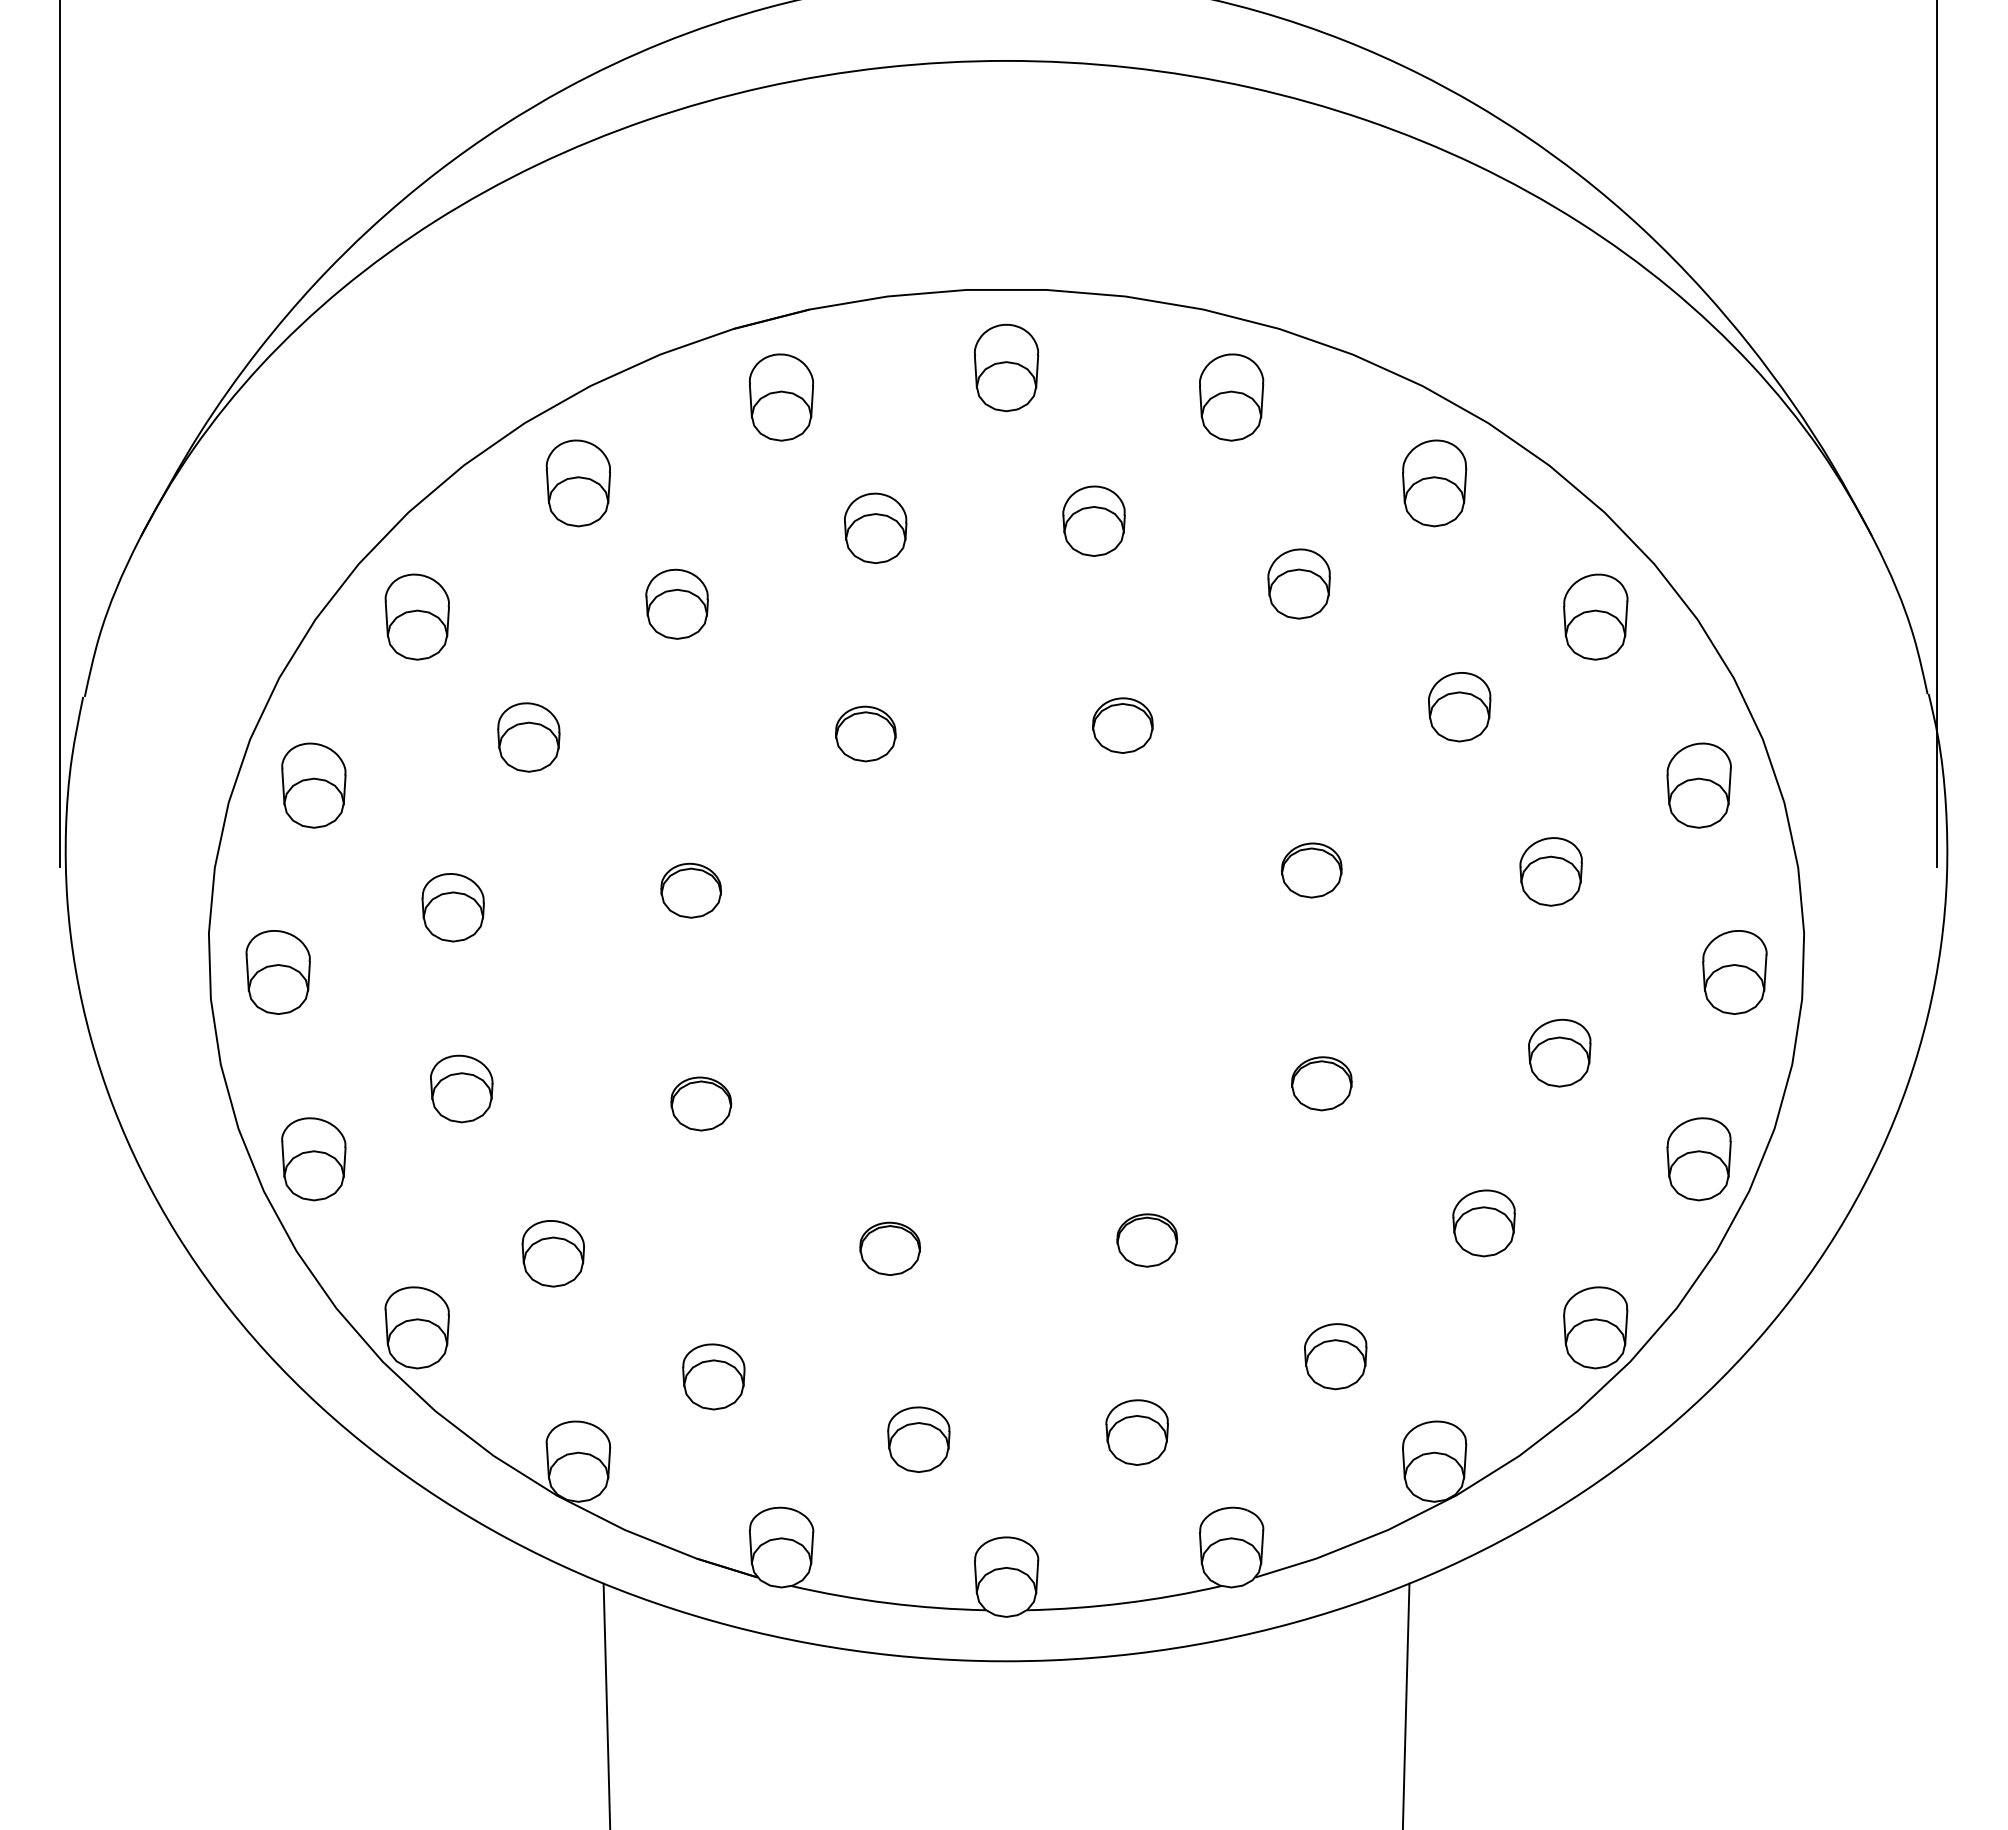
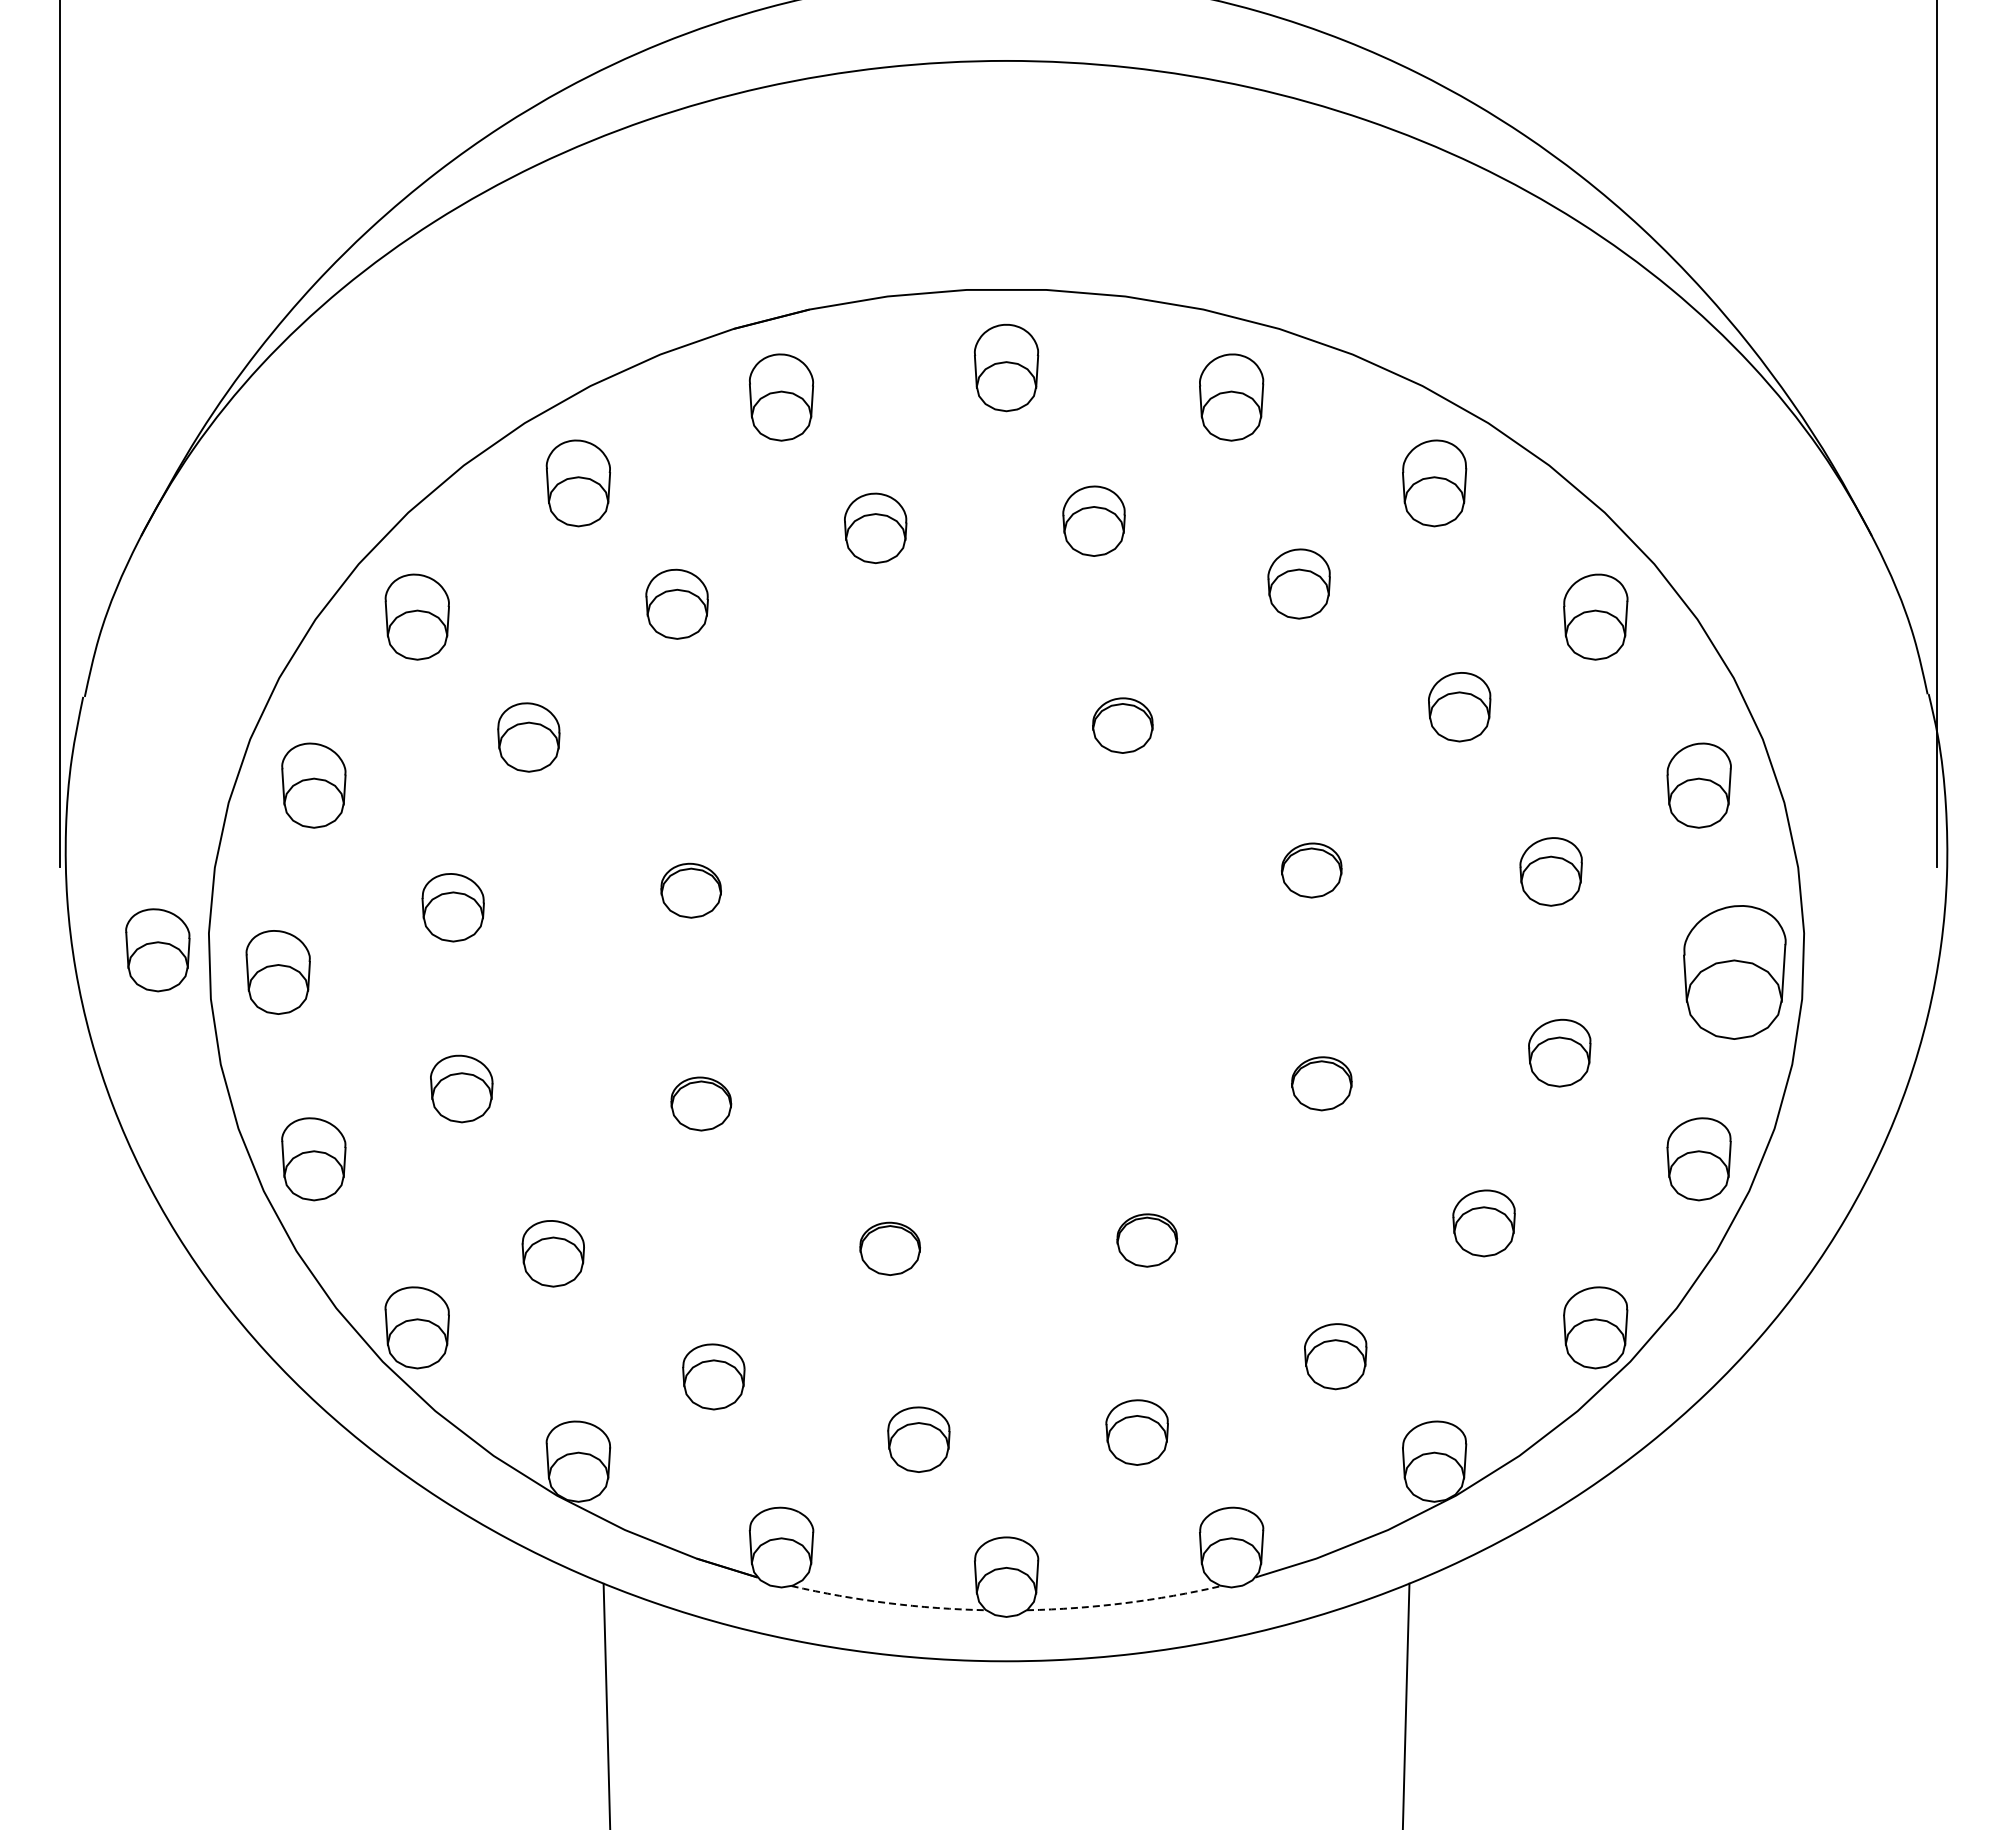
part at (865, 733): present -> none
part at (157, 950): none -> present
part at (1734, 972) size: 66x85 px -> 104x135 px
arc at (888, 1603): solid -> dashed
arc at (1124, 1603): solid -> dashed
